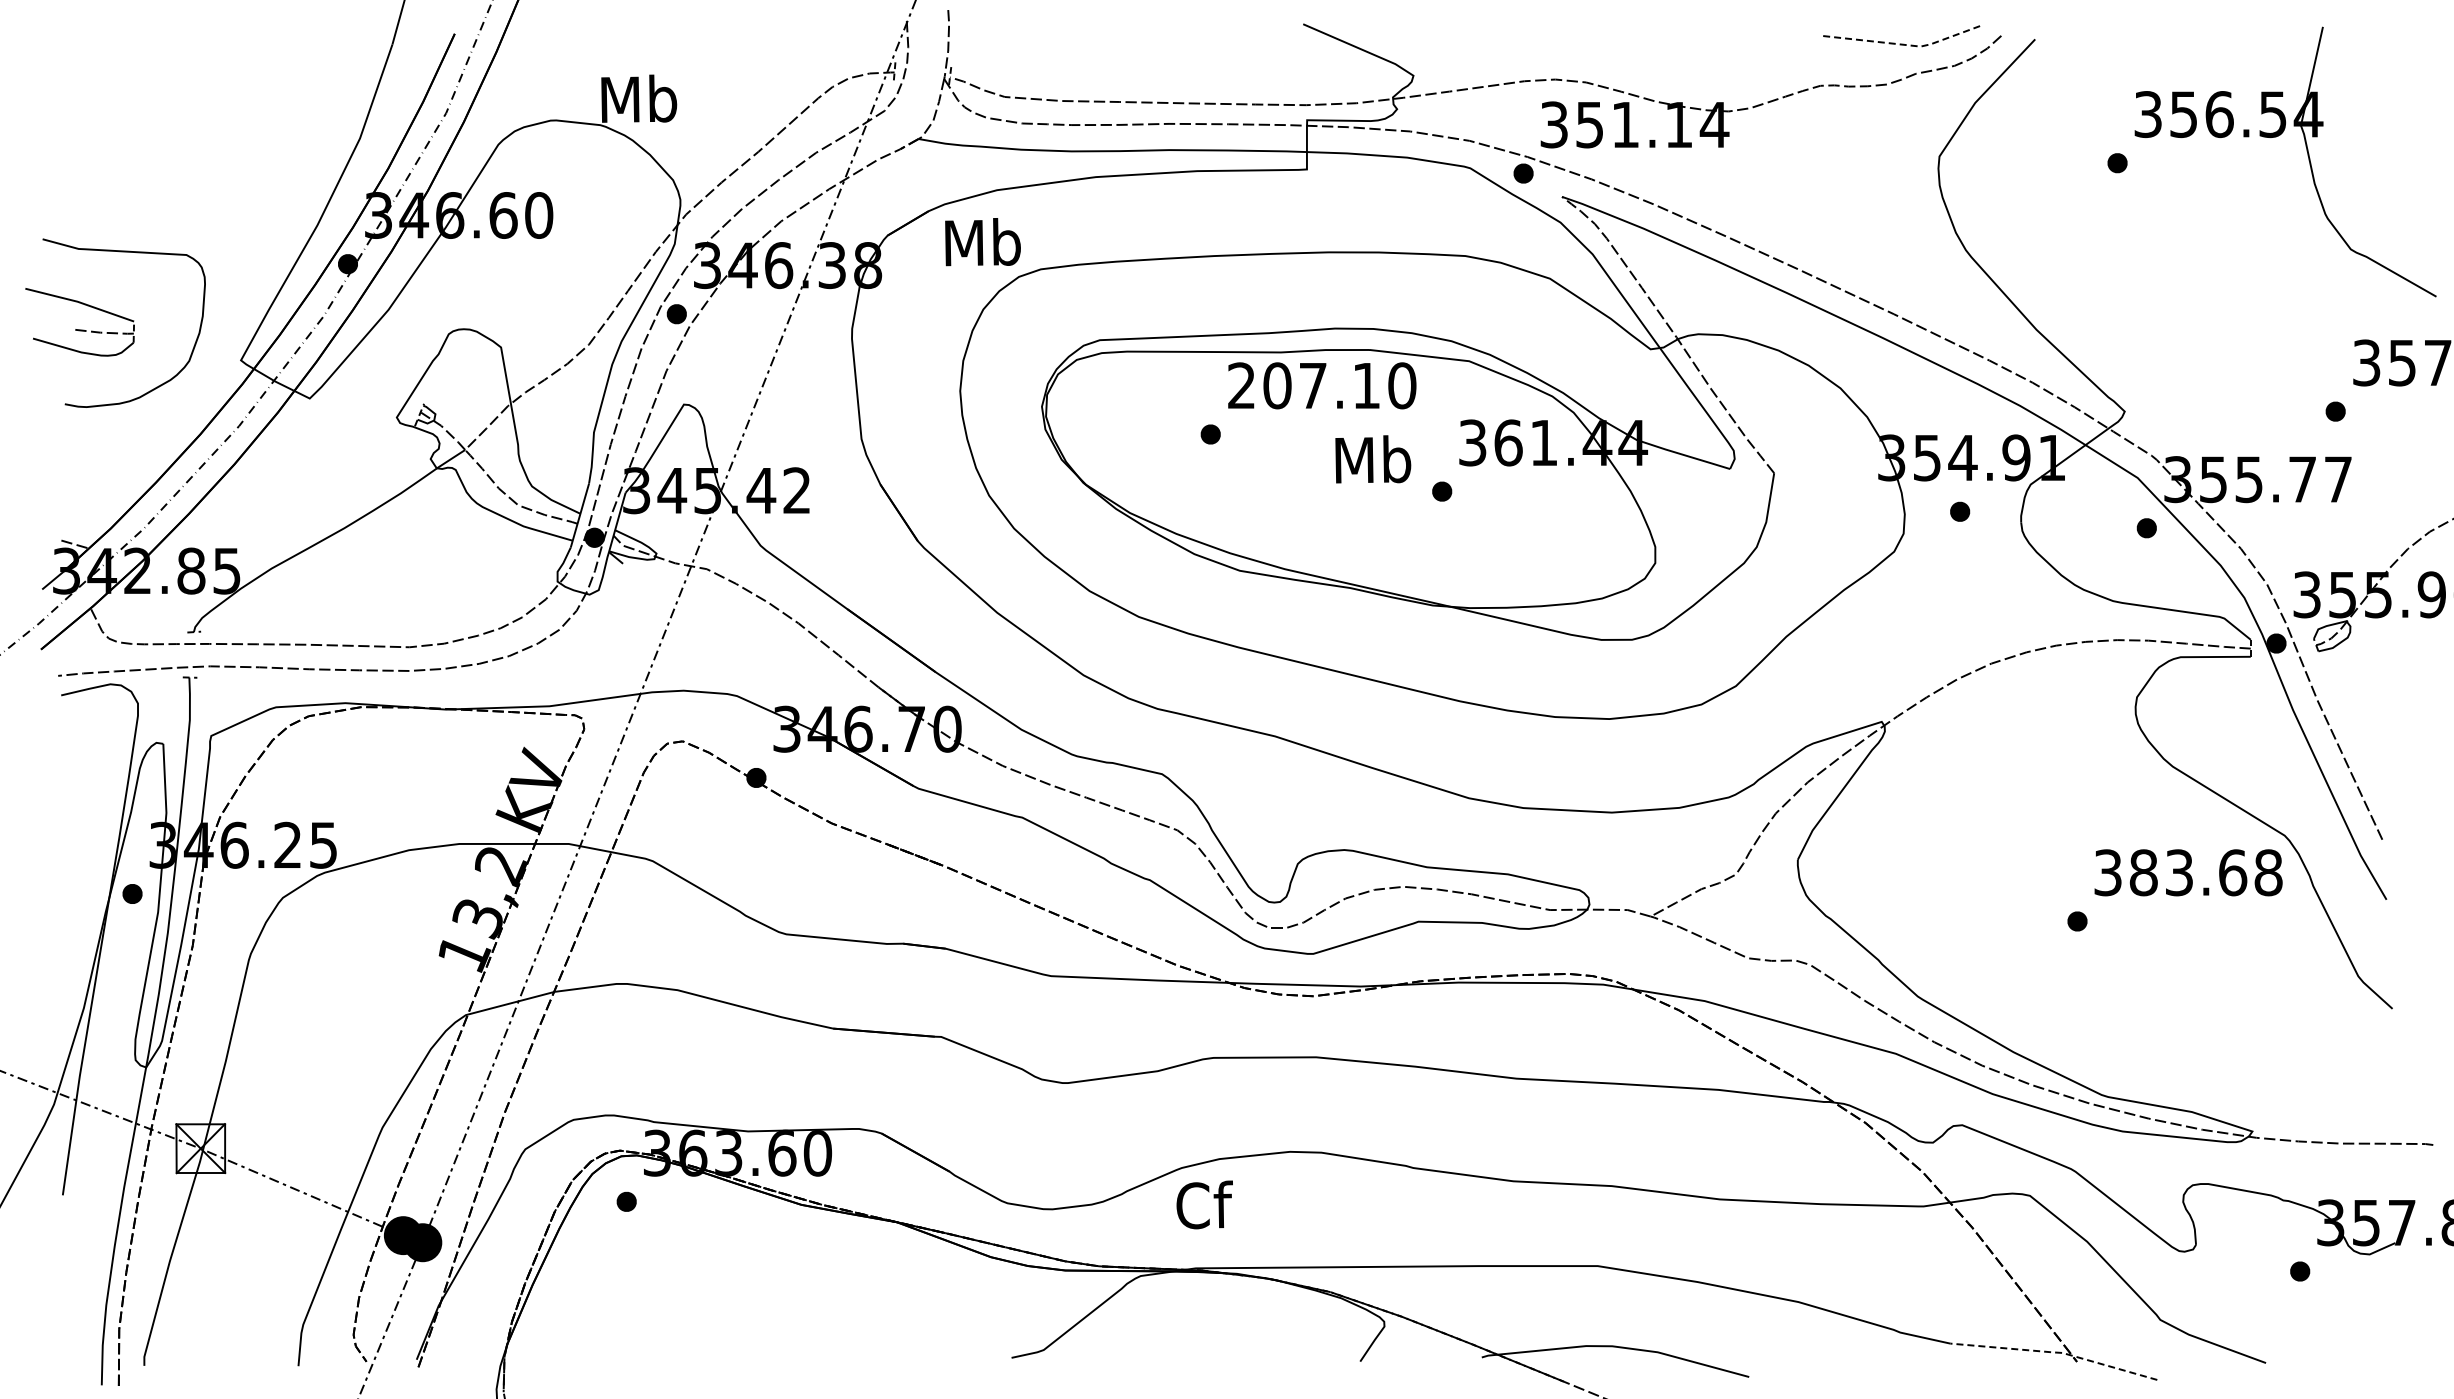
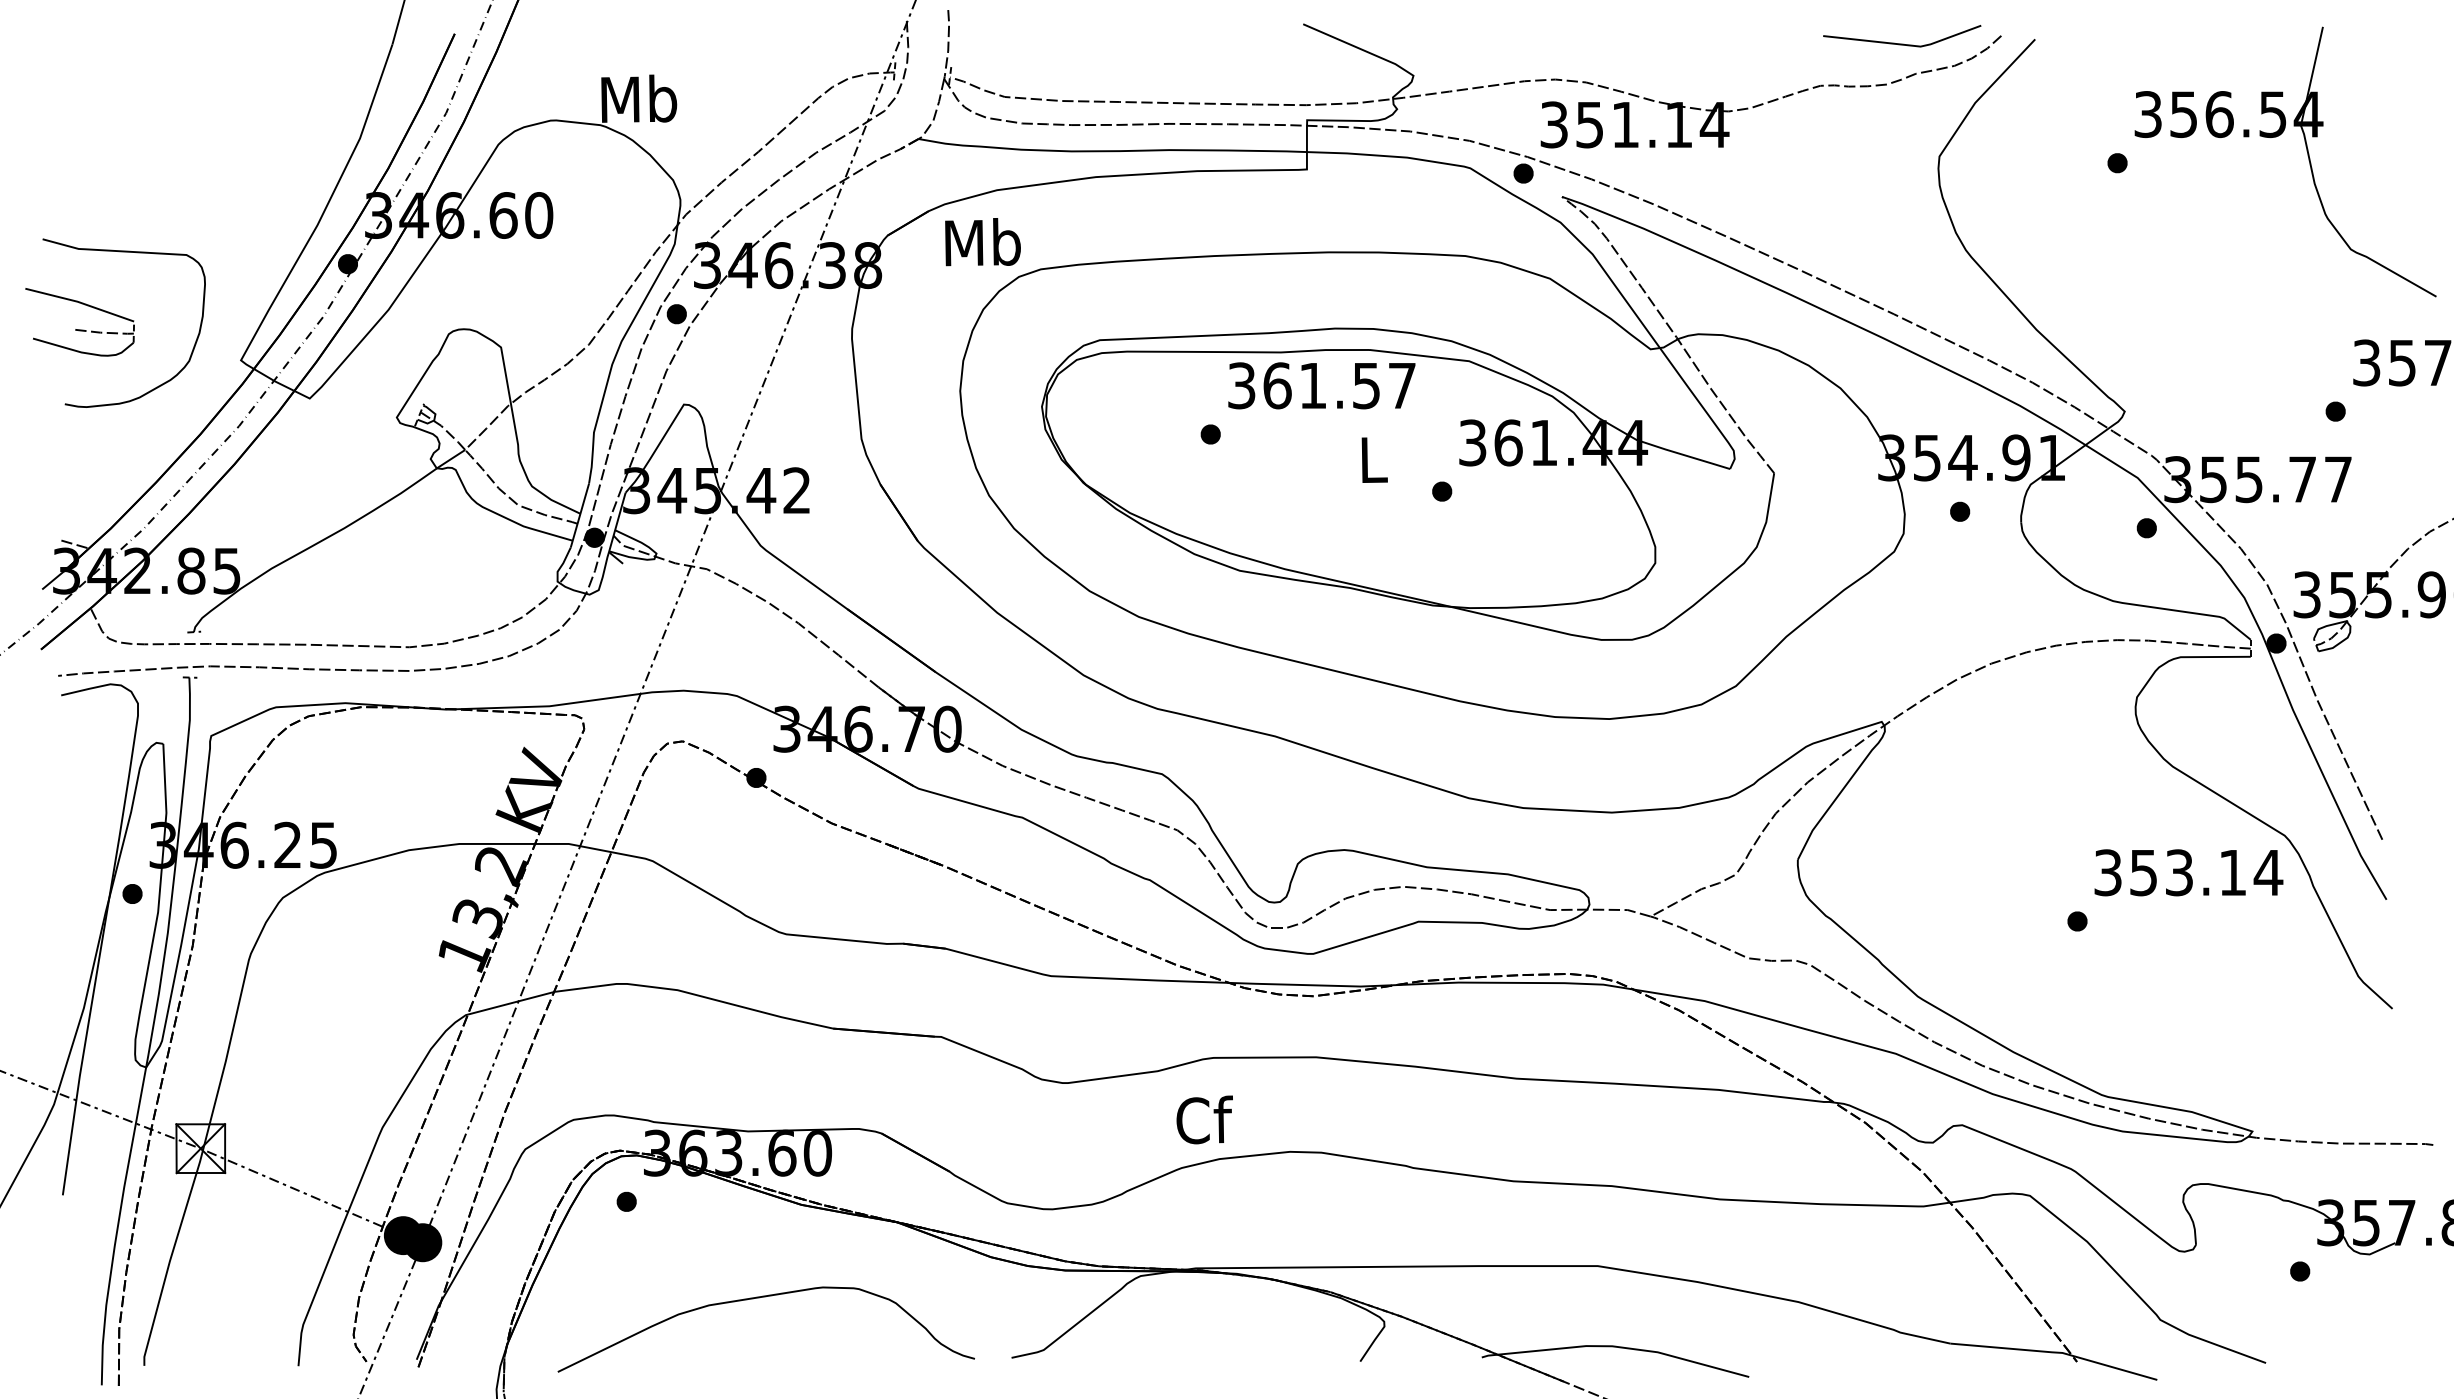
line at (1904, 44): dashed -> solid
text at (1322, 385): 207.10 -> 361.57
text at (1373, 459): Mb -> L
text at (2206, 872): 383.68 -> 353.14
text at (1204, 1204) position: (1204, 1204) -> (1204, 1119)
curve at (759, 1298): none -> present
line at (2055, 1352): dashed -> solid
